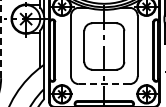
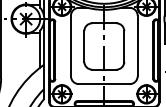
line at (1, 39): dashed -> solid
line at (104, 84): dashed -> solid
